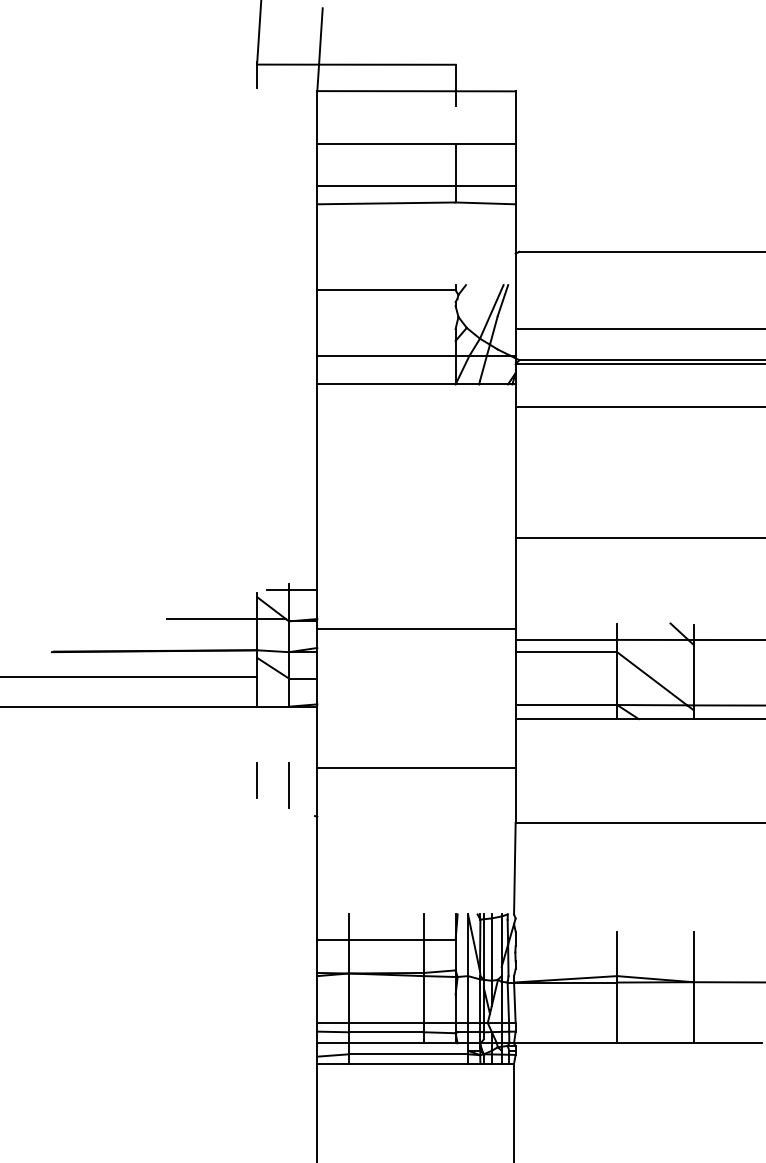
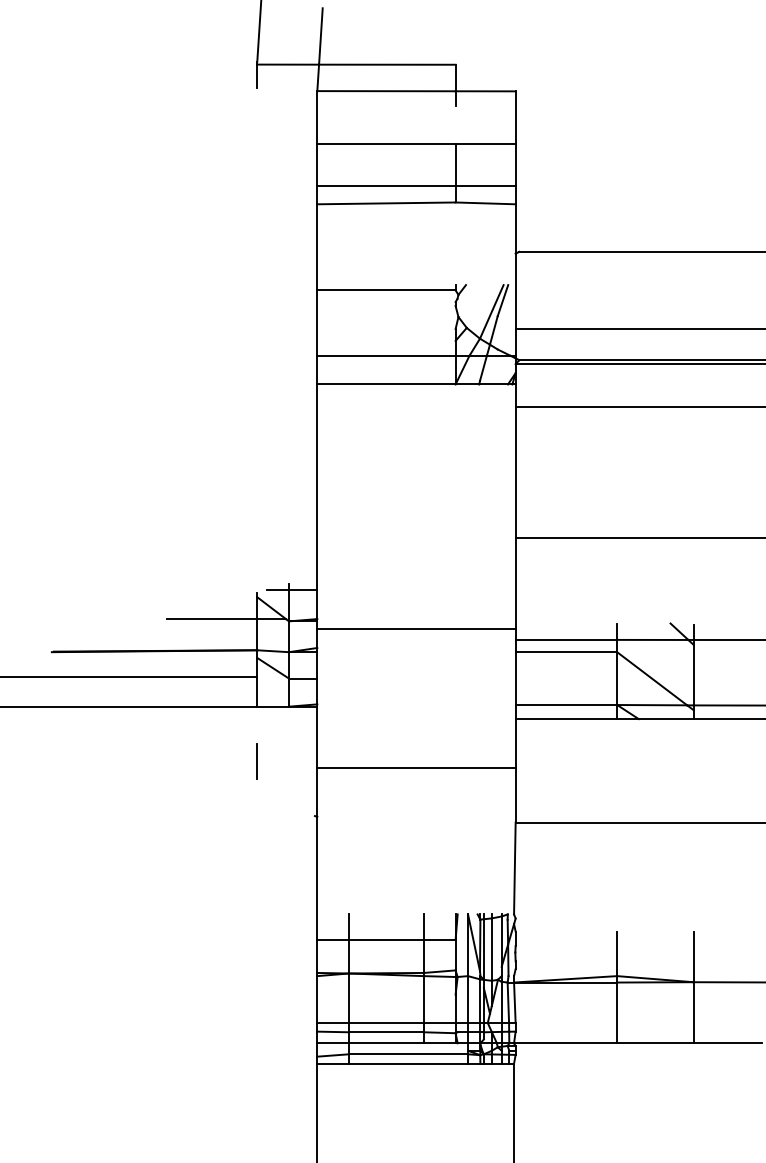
line at (256, 780) position: (256, 780) -> (256, 761)
line at (288, 785): present -> none
